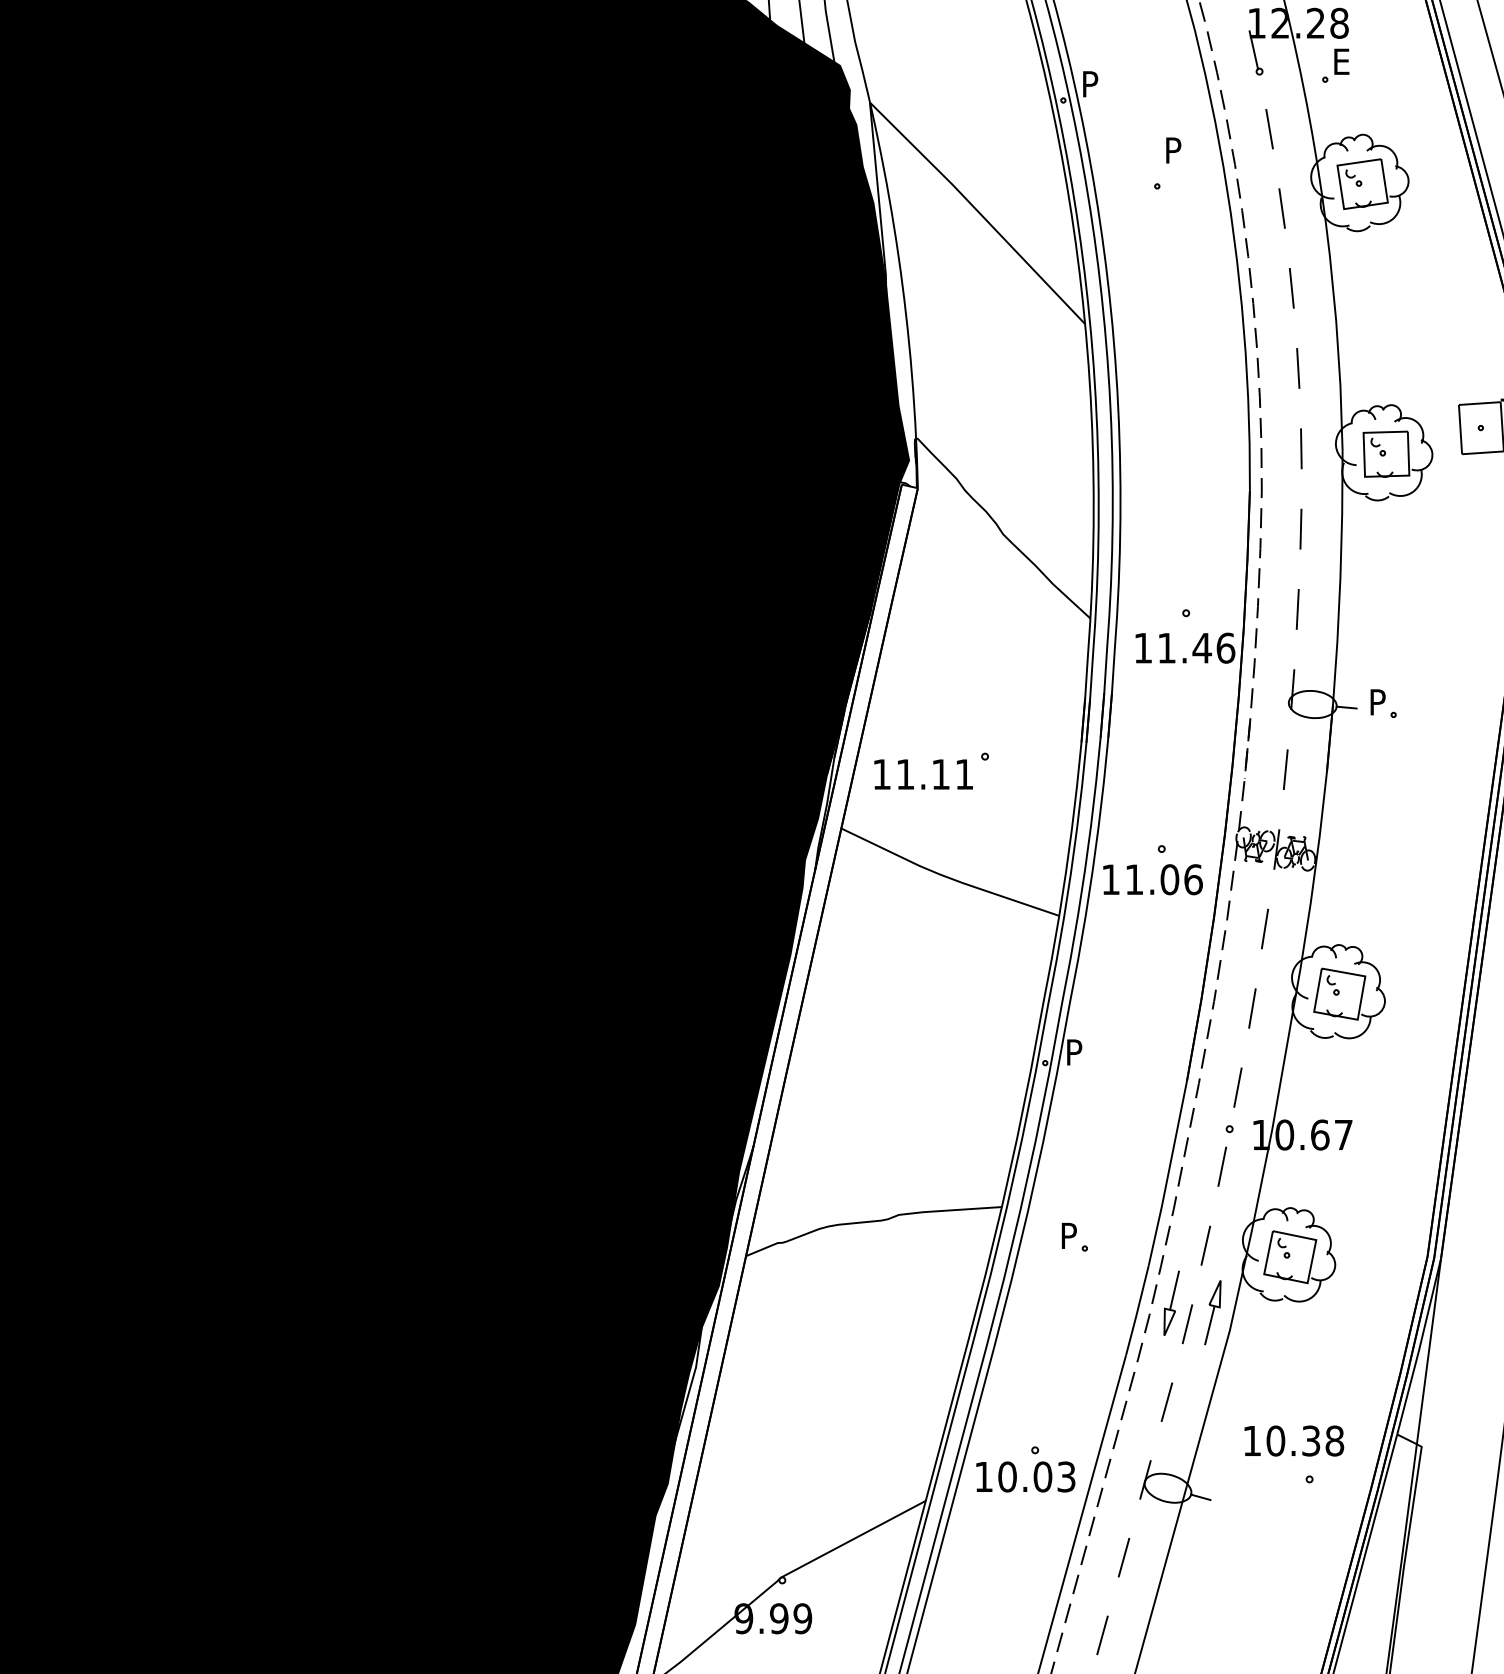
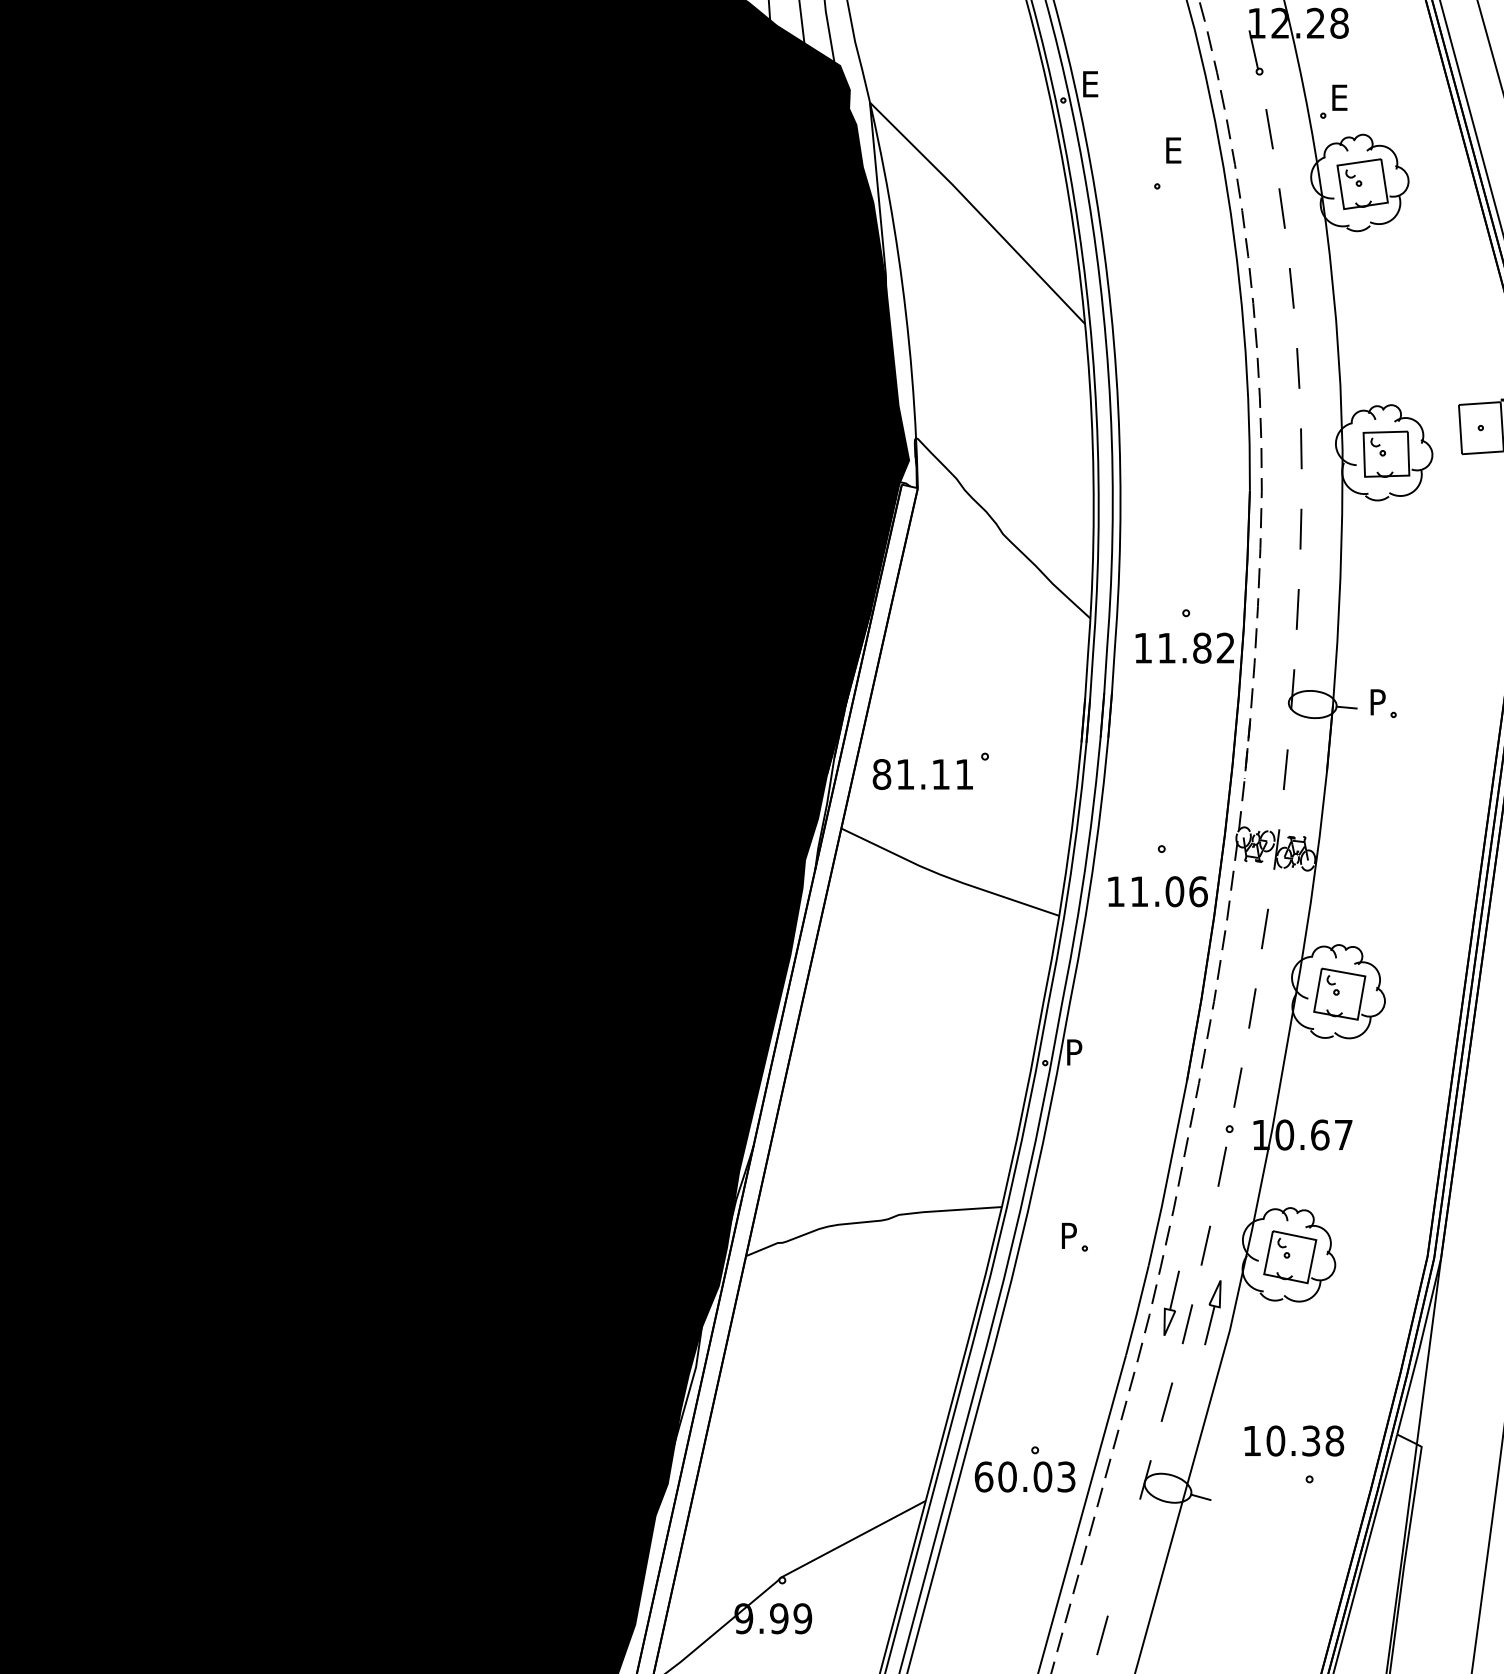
part at (1335, 65) position: (1335, 65) -> (1333, 101)
text at (1092, 84): P -> E
text at (1175, 150): P -> E
text at (1213, 647): 11.46 -> 11.82
text at (881, 774): 11.11 -> 81.11
text at (1152, 879) position: (1152, 879) -> (1157, 891)
text at (983, 1476): 10.03 -> 60.03
line at (1123, 1557): present -> none
